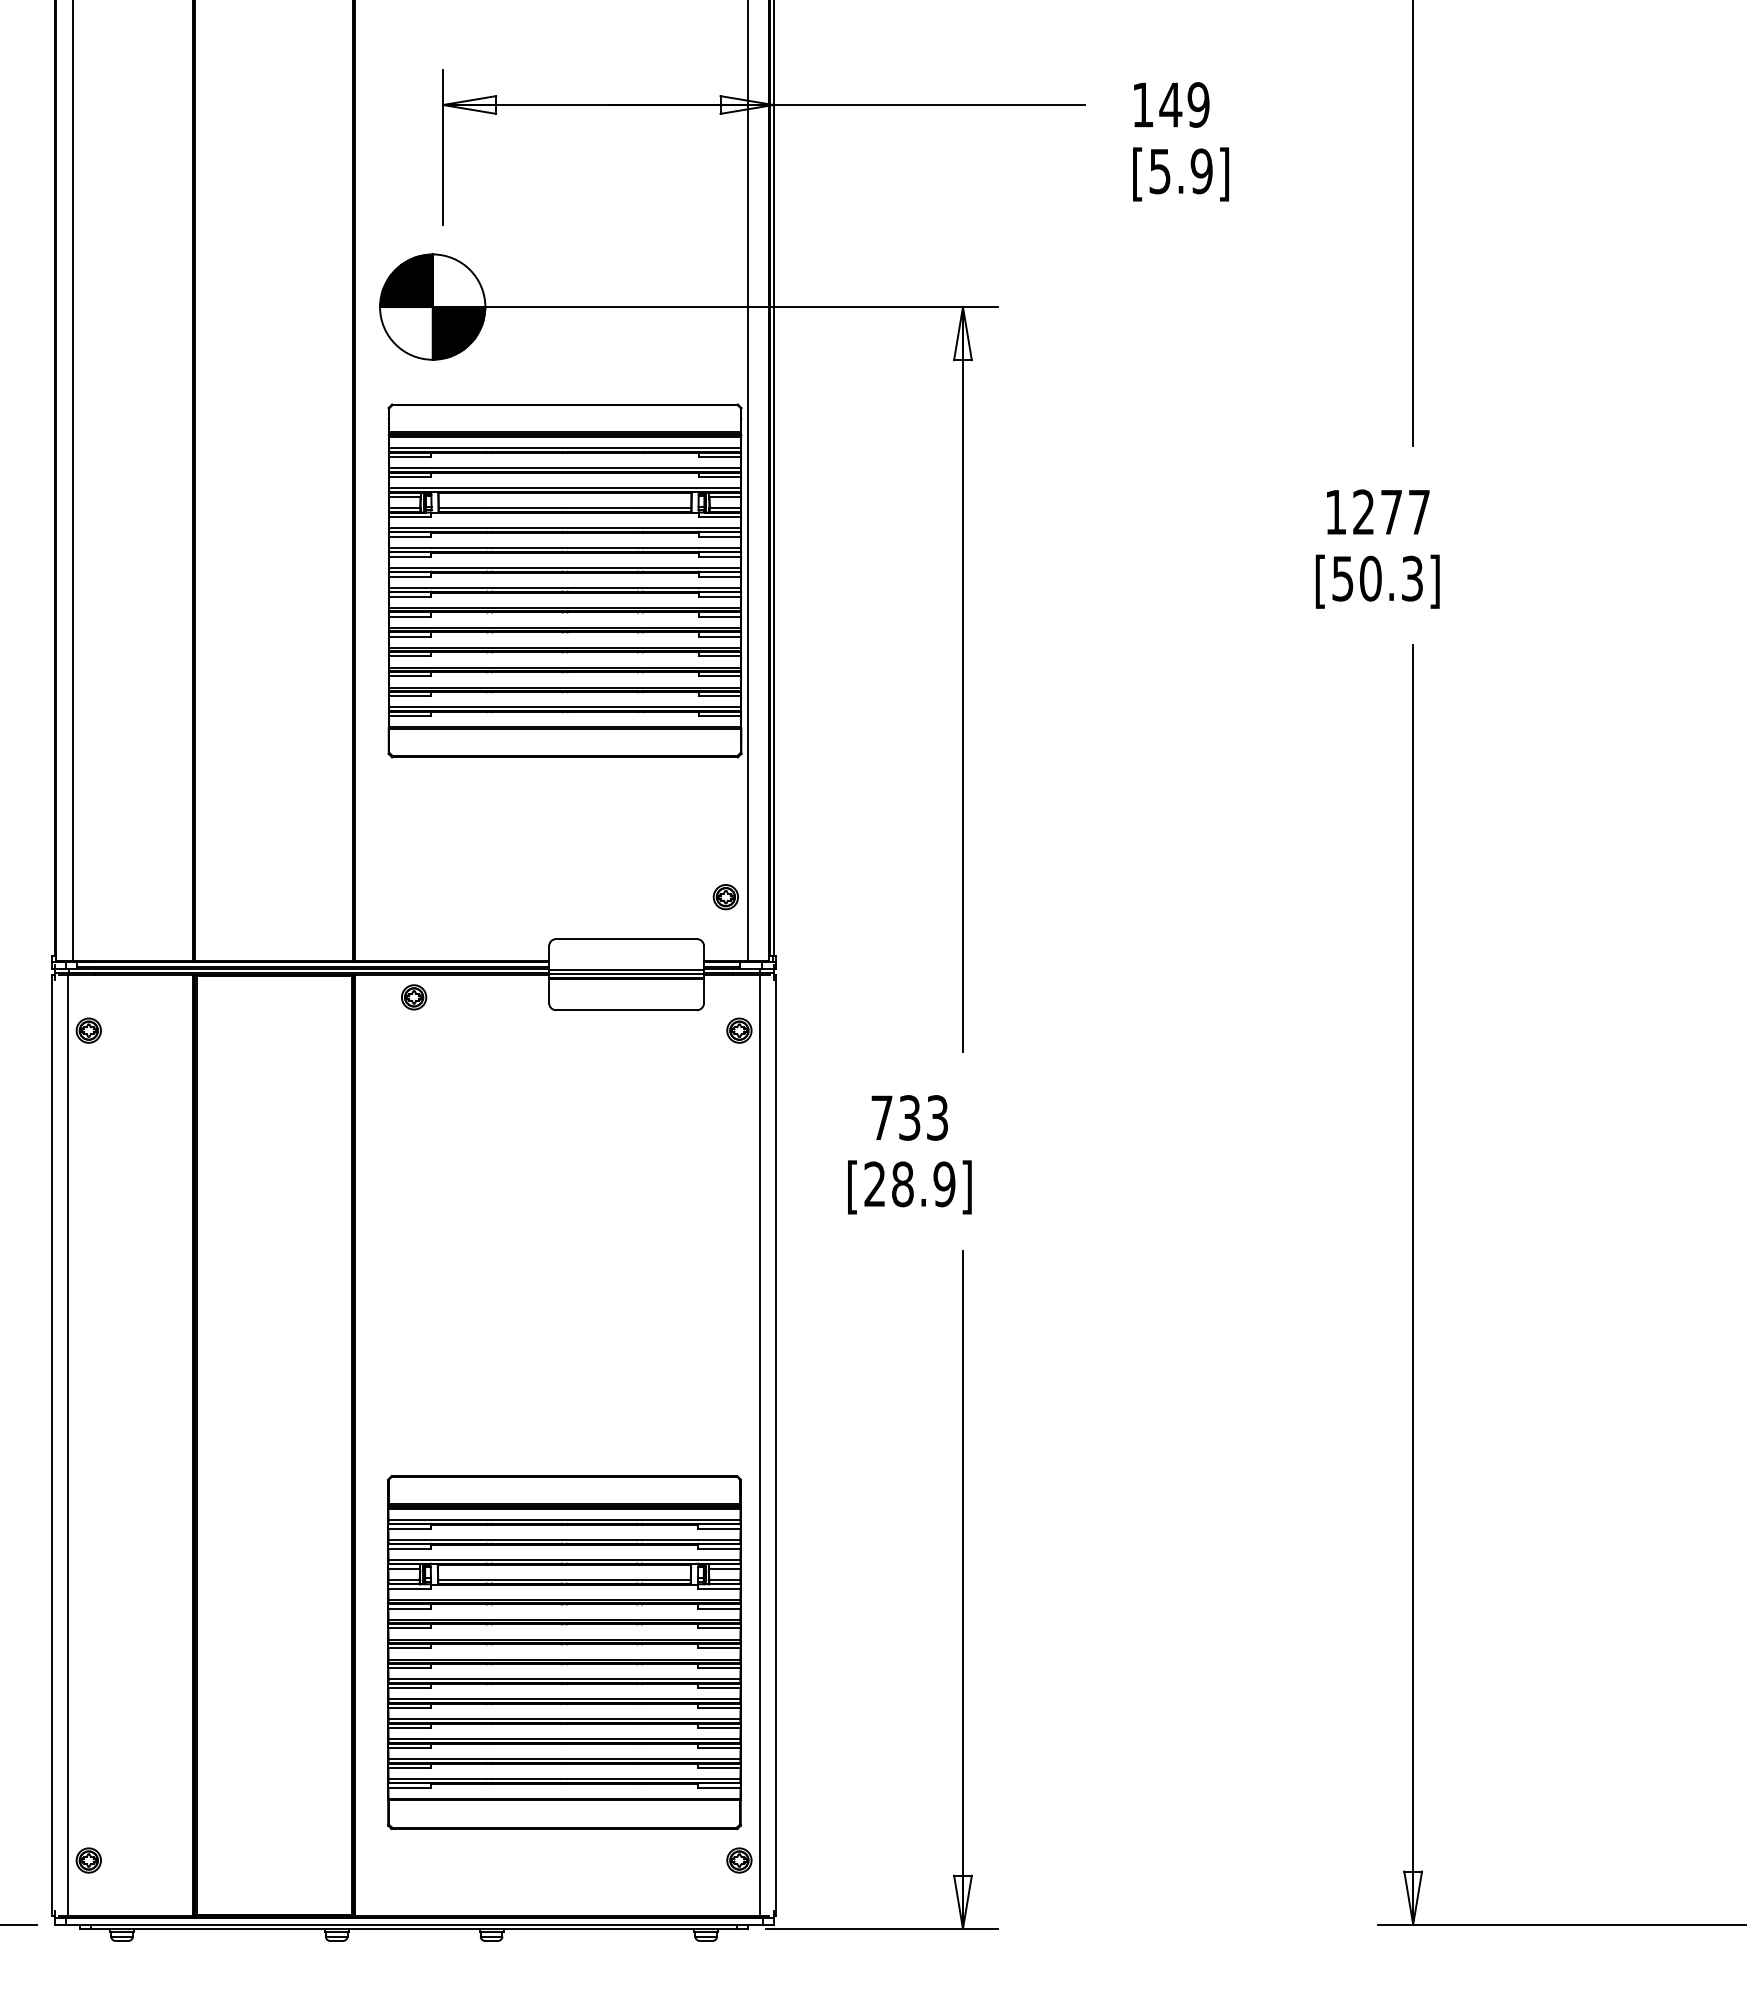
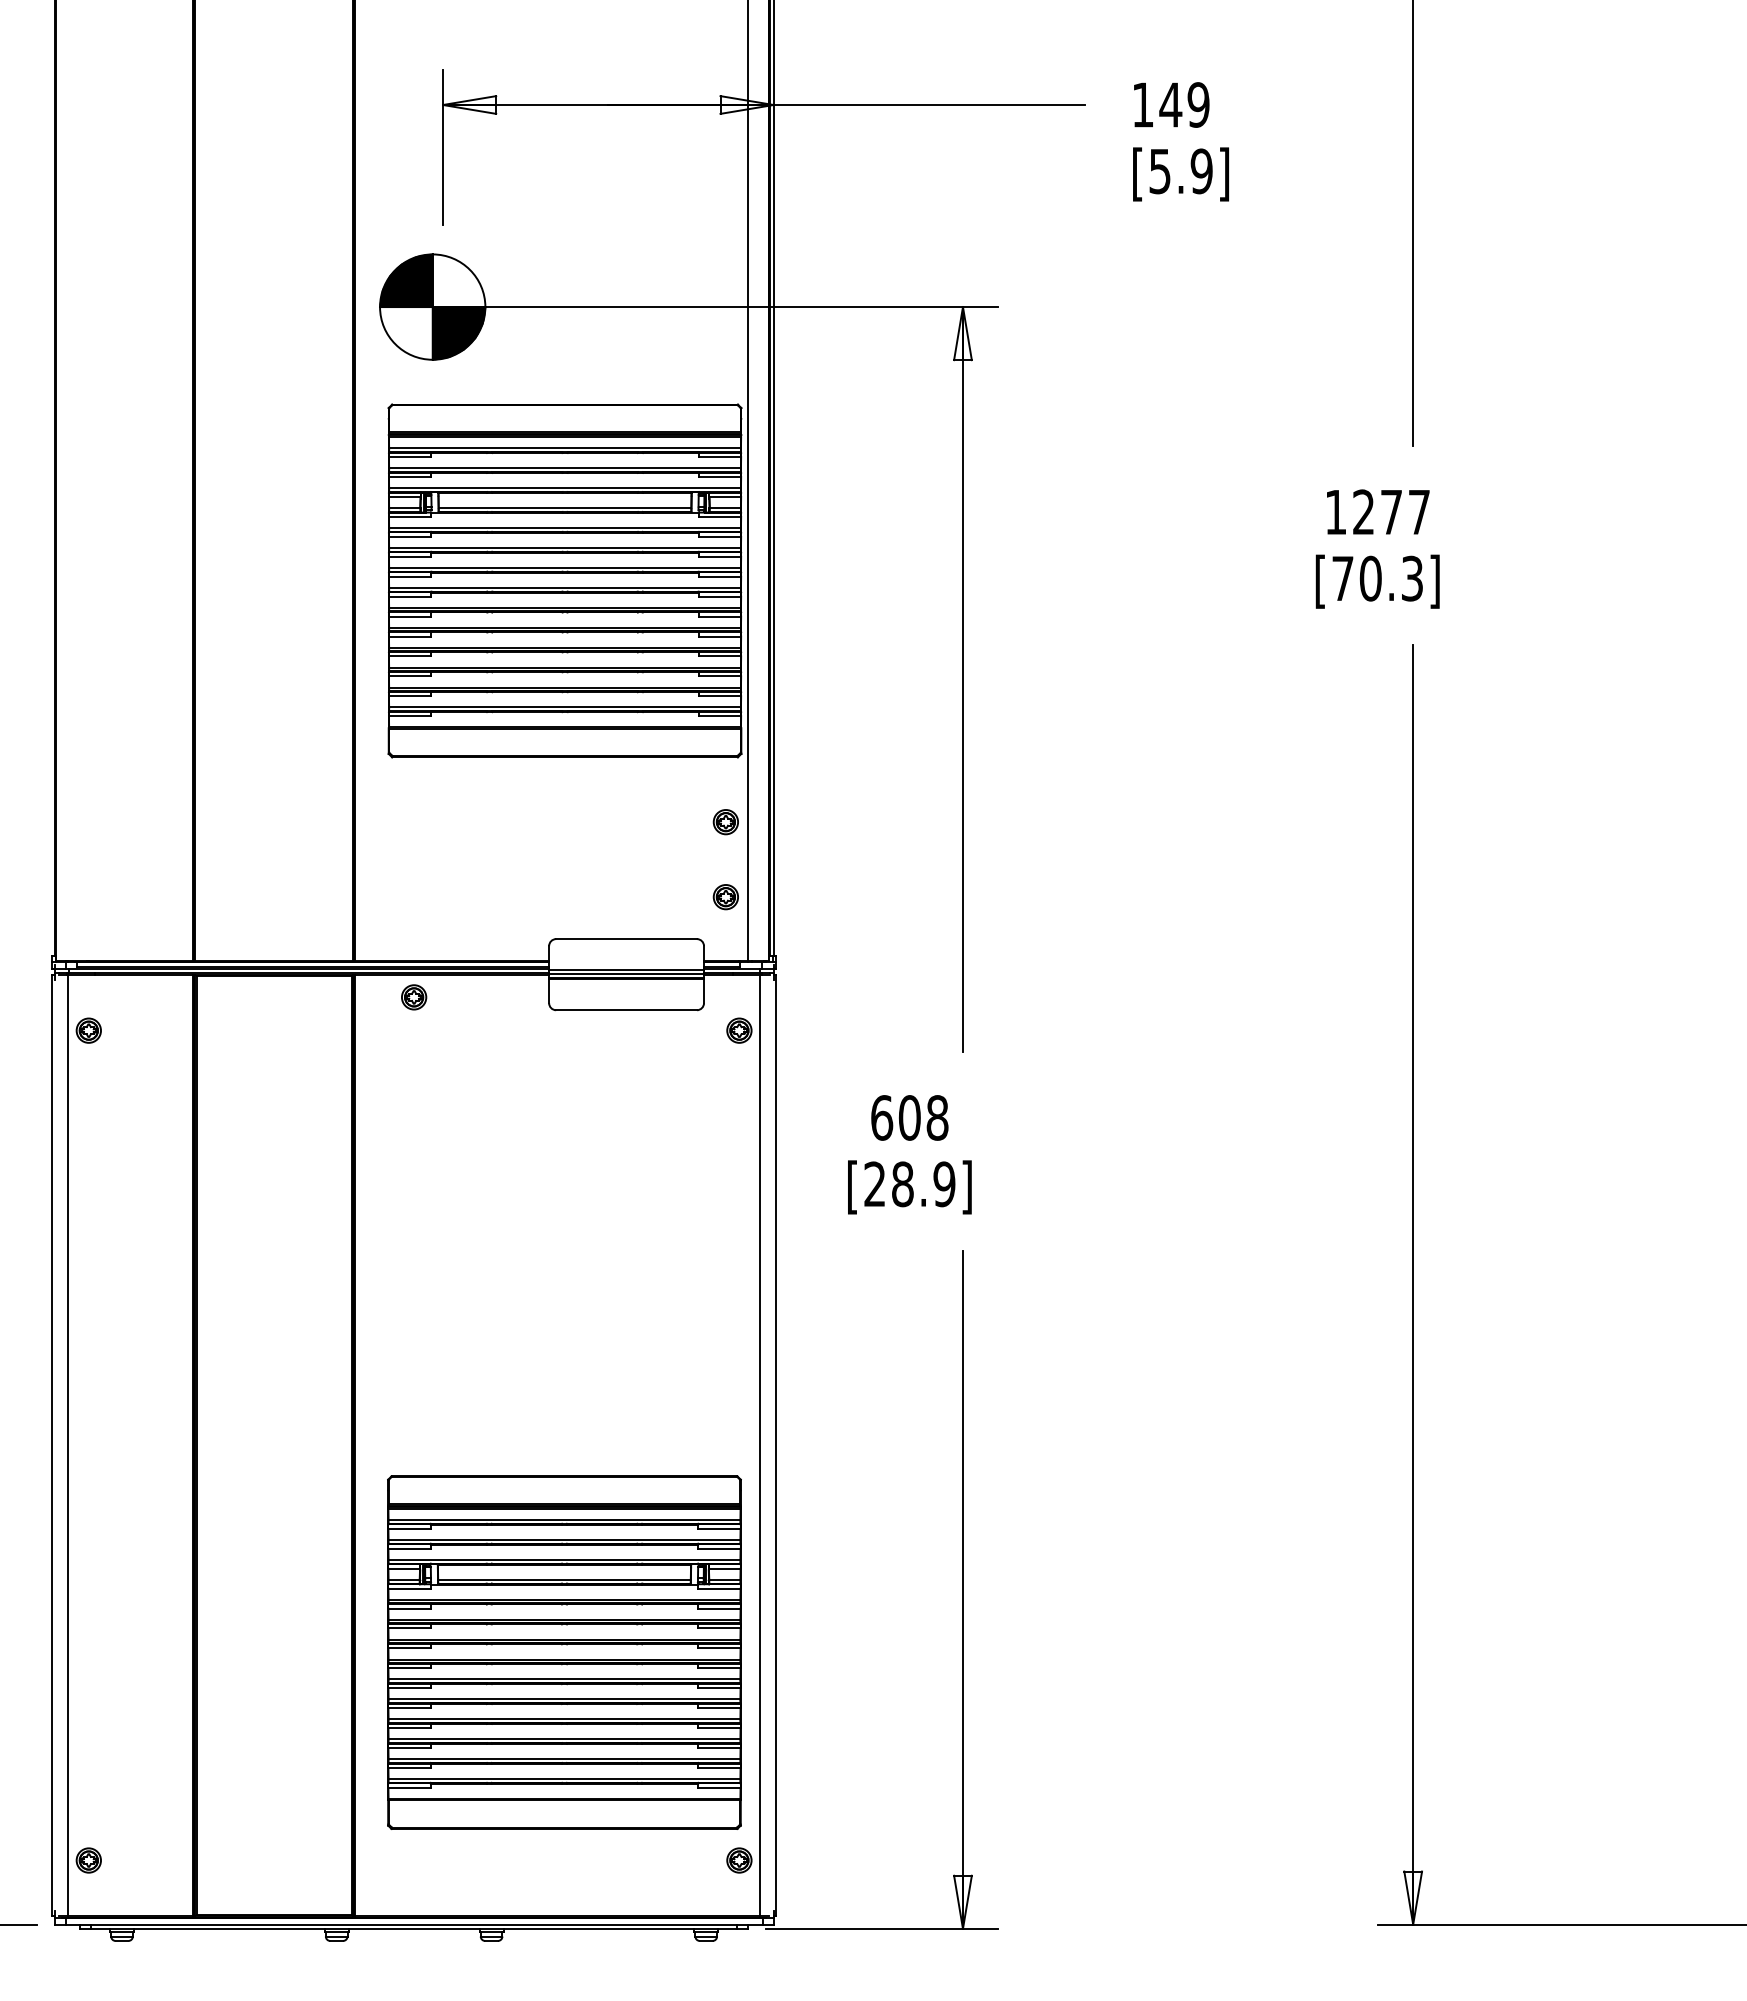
line at (73, 481): present -> none
text at (1342, 578): [50.3] -> [70.3]
part at (725, 822): none -> present
text at (909, 1117): 733 -> 608
